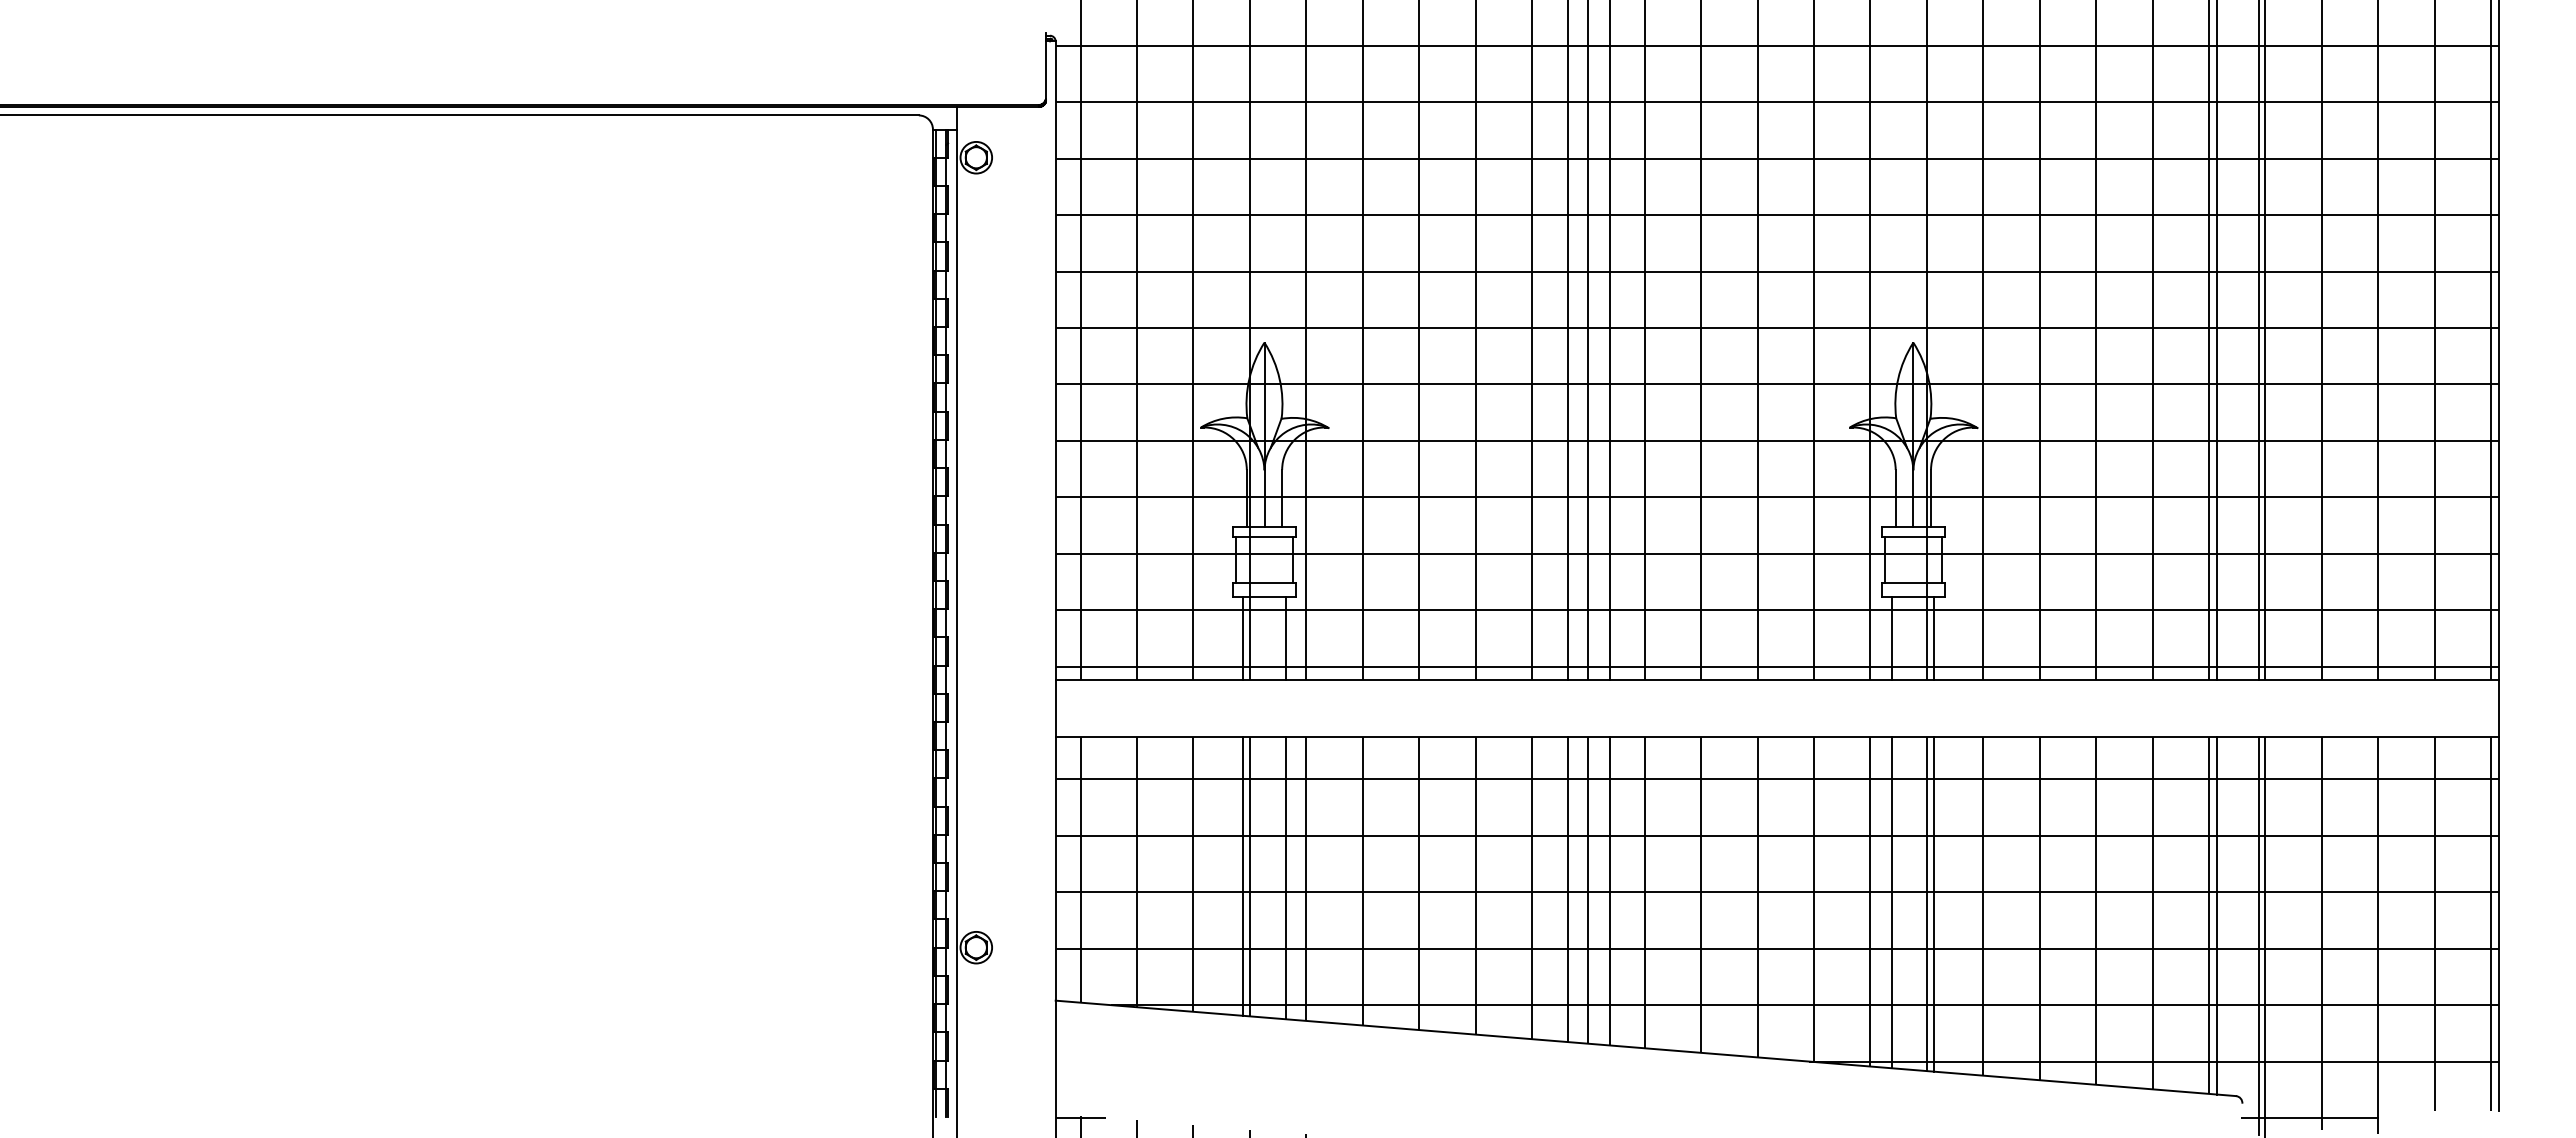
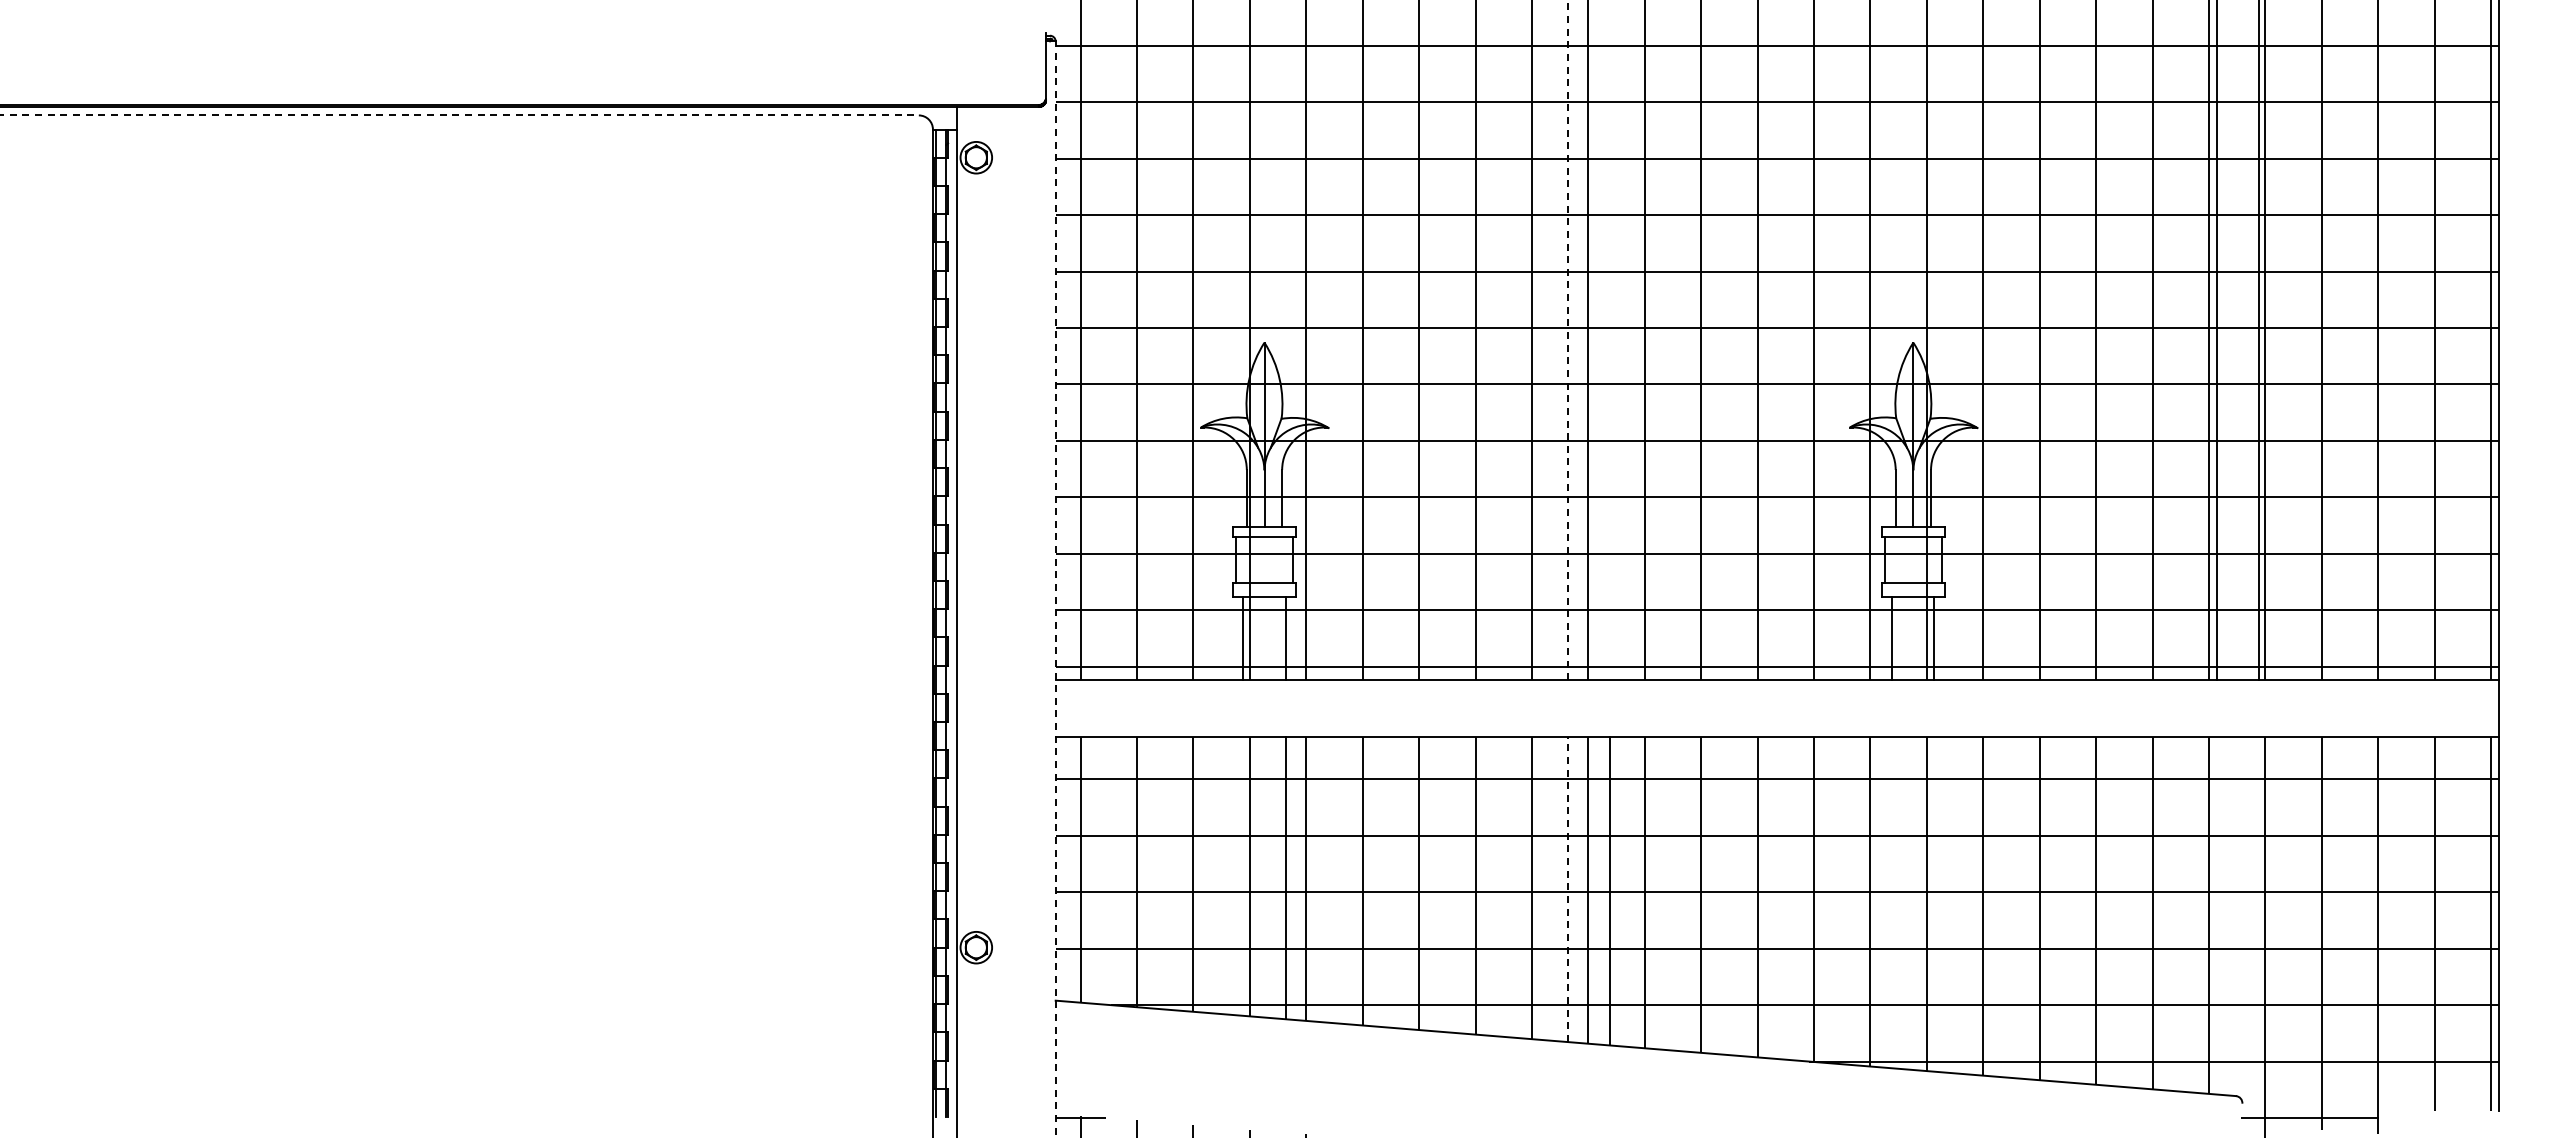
line at (459, 115): solid -> dashed
line at (1567, 340): solid -> dashed
line at (1610, 341): present -> none
line at (1055, 589): solid -> dashed
line at (1243, 875): present -> none
line at (1567, 889): solid -> dashed
line at (1892, 902): present -> none
line at (1934, 903): present -> none
line at (2216, 915): present -> none
line at (2258, 935): present -> none
